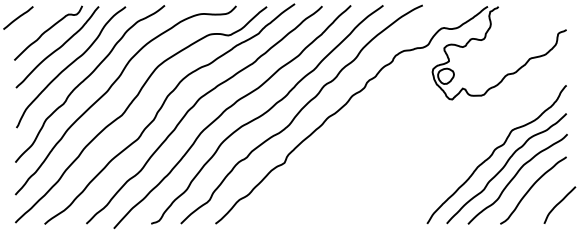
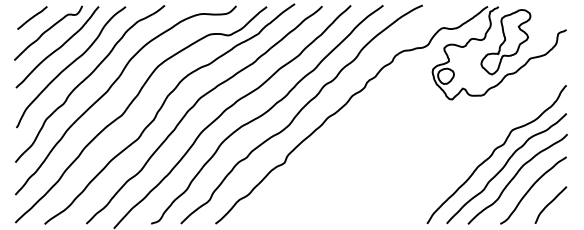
line at (18, 17) position: (18, 17) -> (32, 17)
part at (505, 42): none -> present
curve at (559, 203) position: (559, 203) -> (550, 203)
